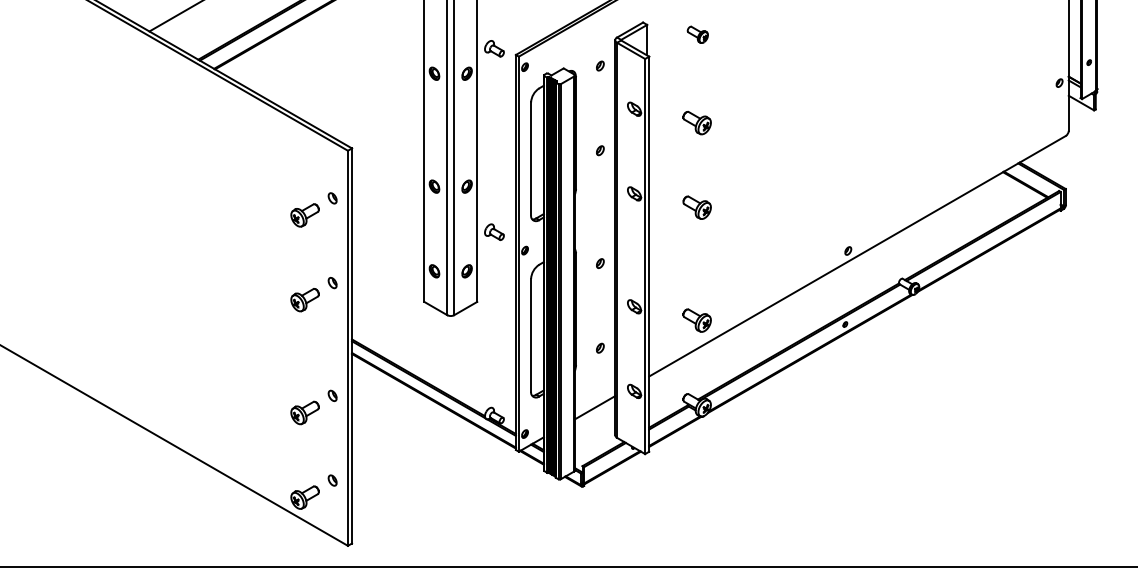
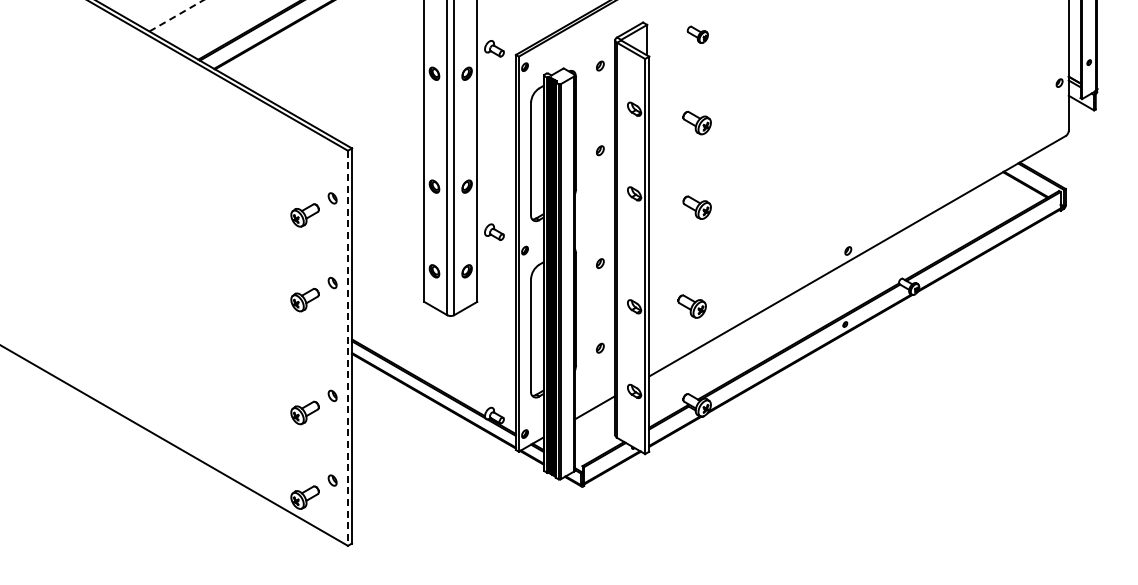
line at (177, 15): solid -> dashed
part at (696, 320) position: (696, 320) -> (691, 306)
line at (347, 348): solid -> dashed
line at (568, 567): present -> none
